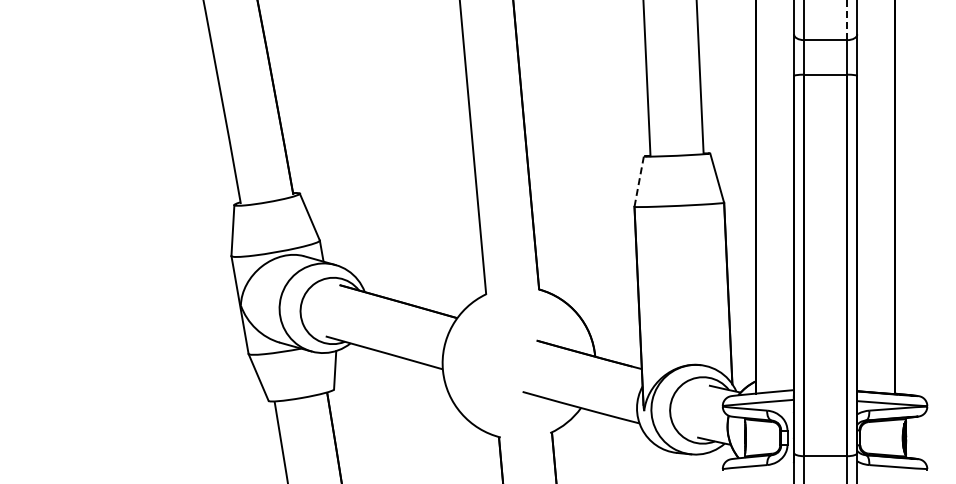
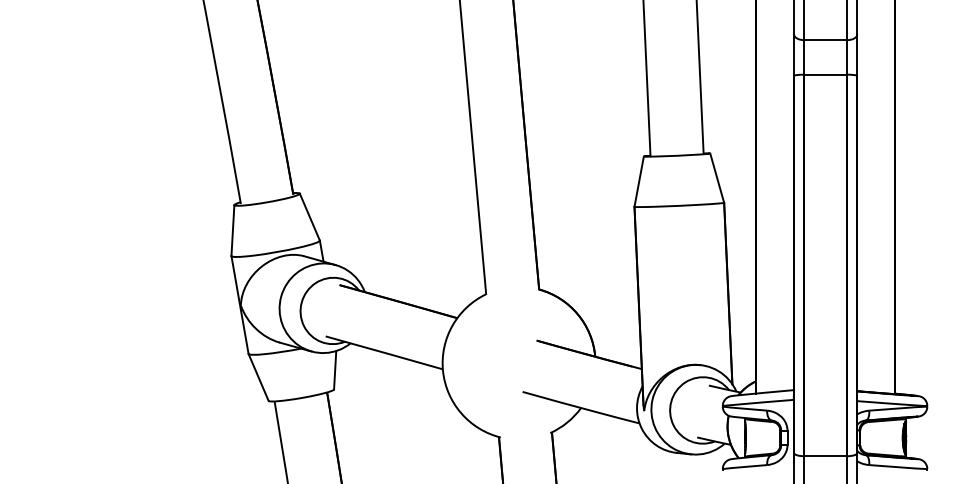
line at (847, 20): dashed -> solid
line at (639, 181): dashed -> solid
